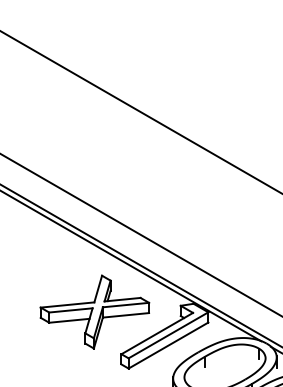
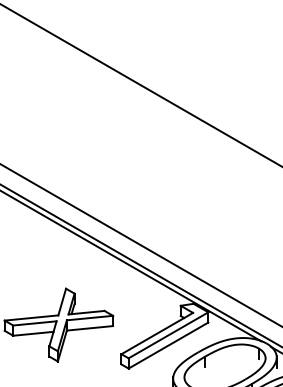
line at (140, 112) position: (140, 112) -> (140, 85)
line at (140, 234) position: (140, 234) -> (140, 245)
part at (94, 311) position: (94, 311) -> (58, 324)
